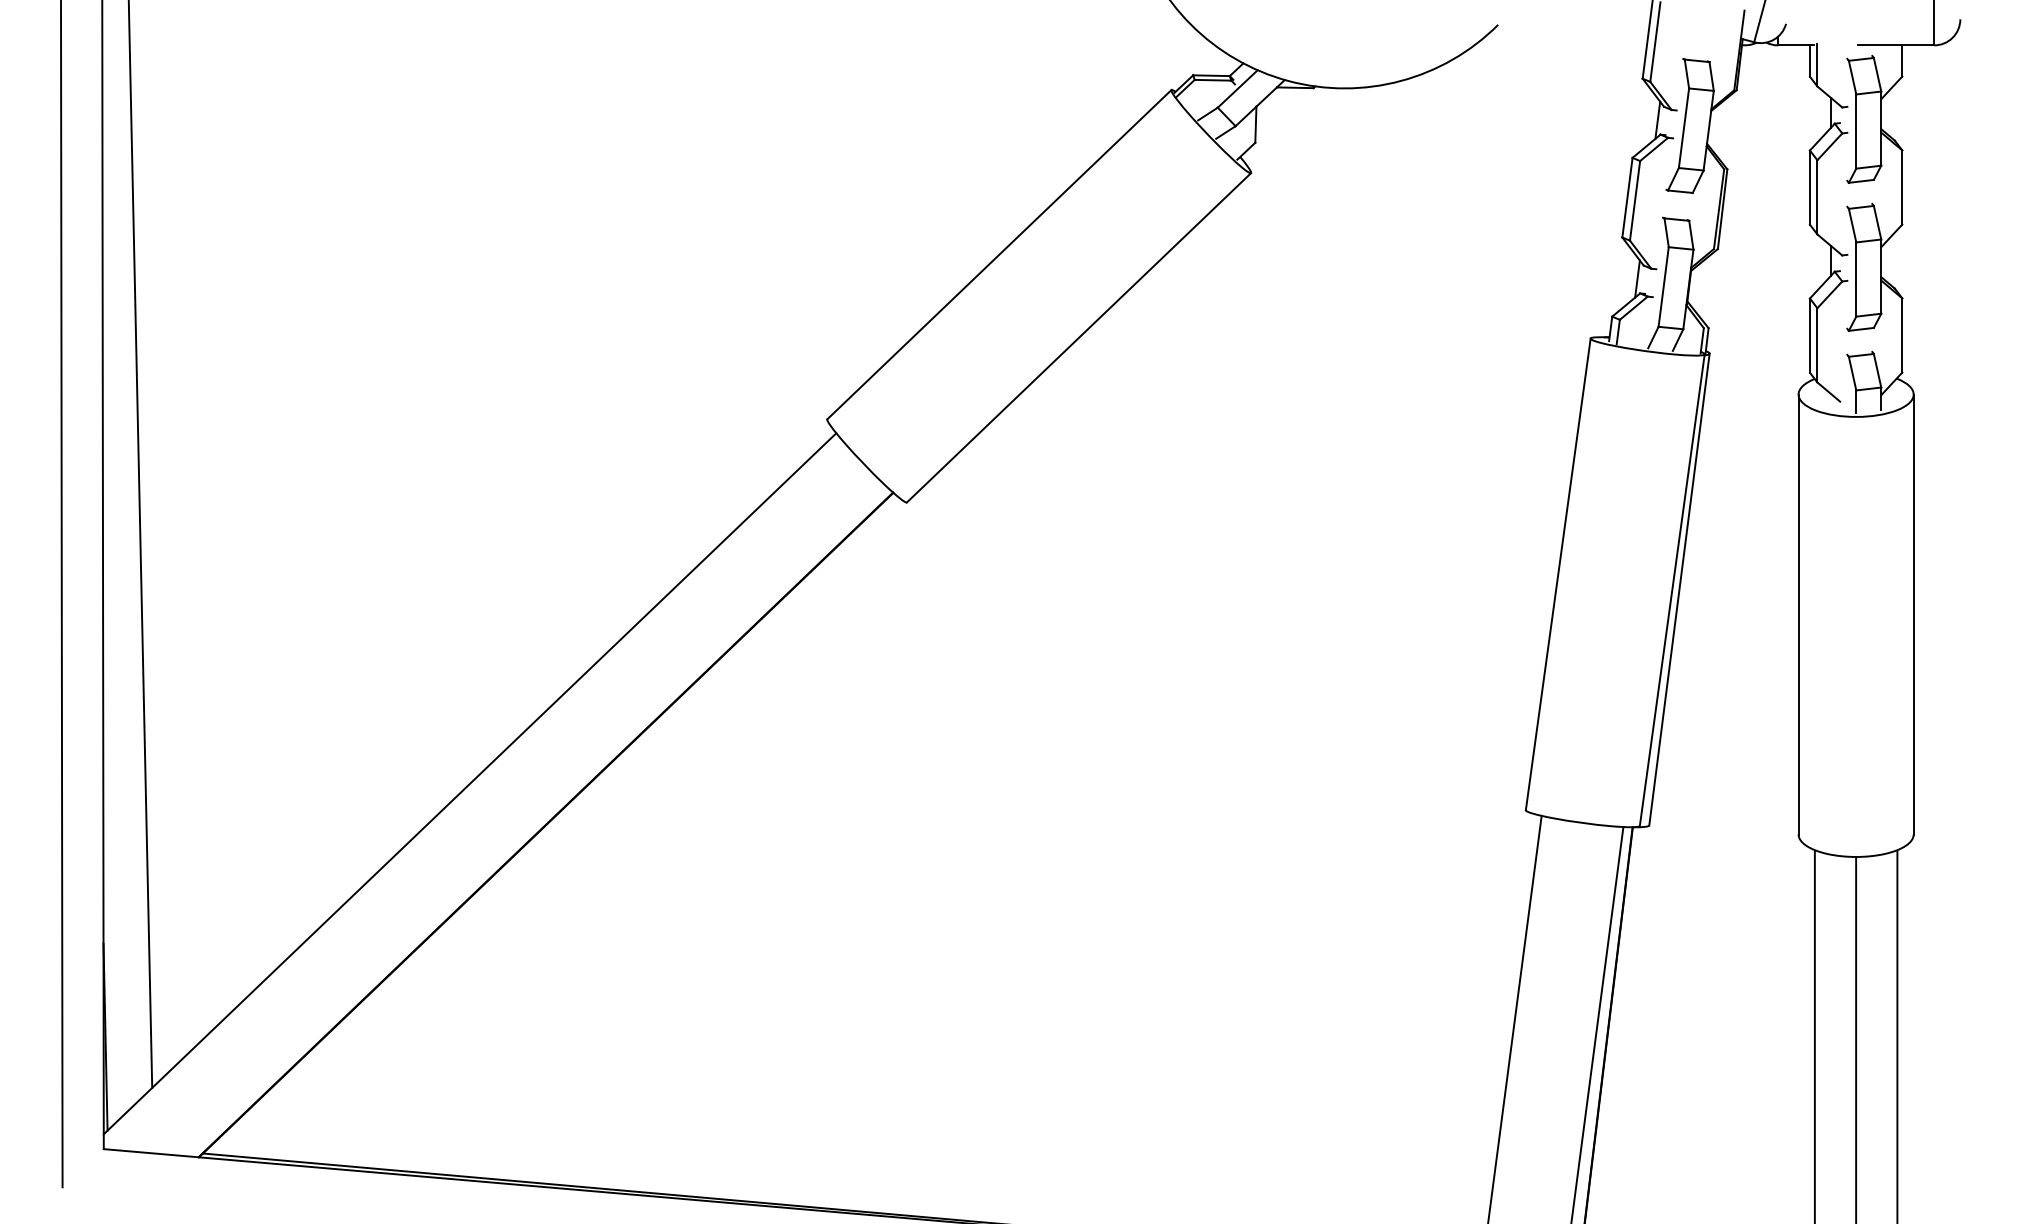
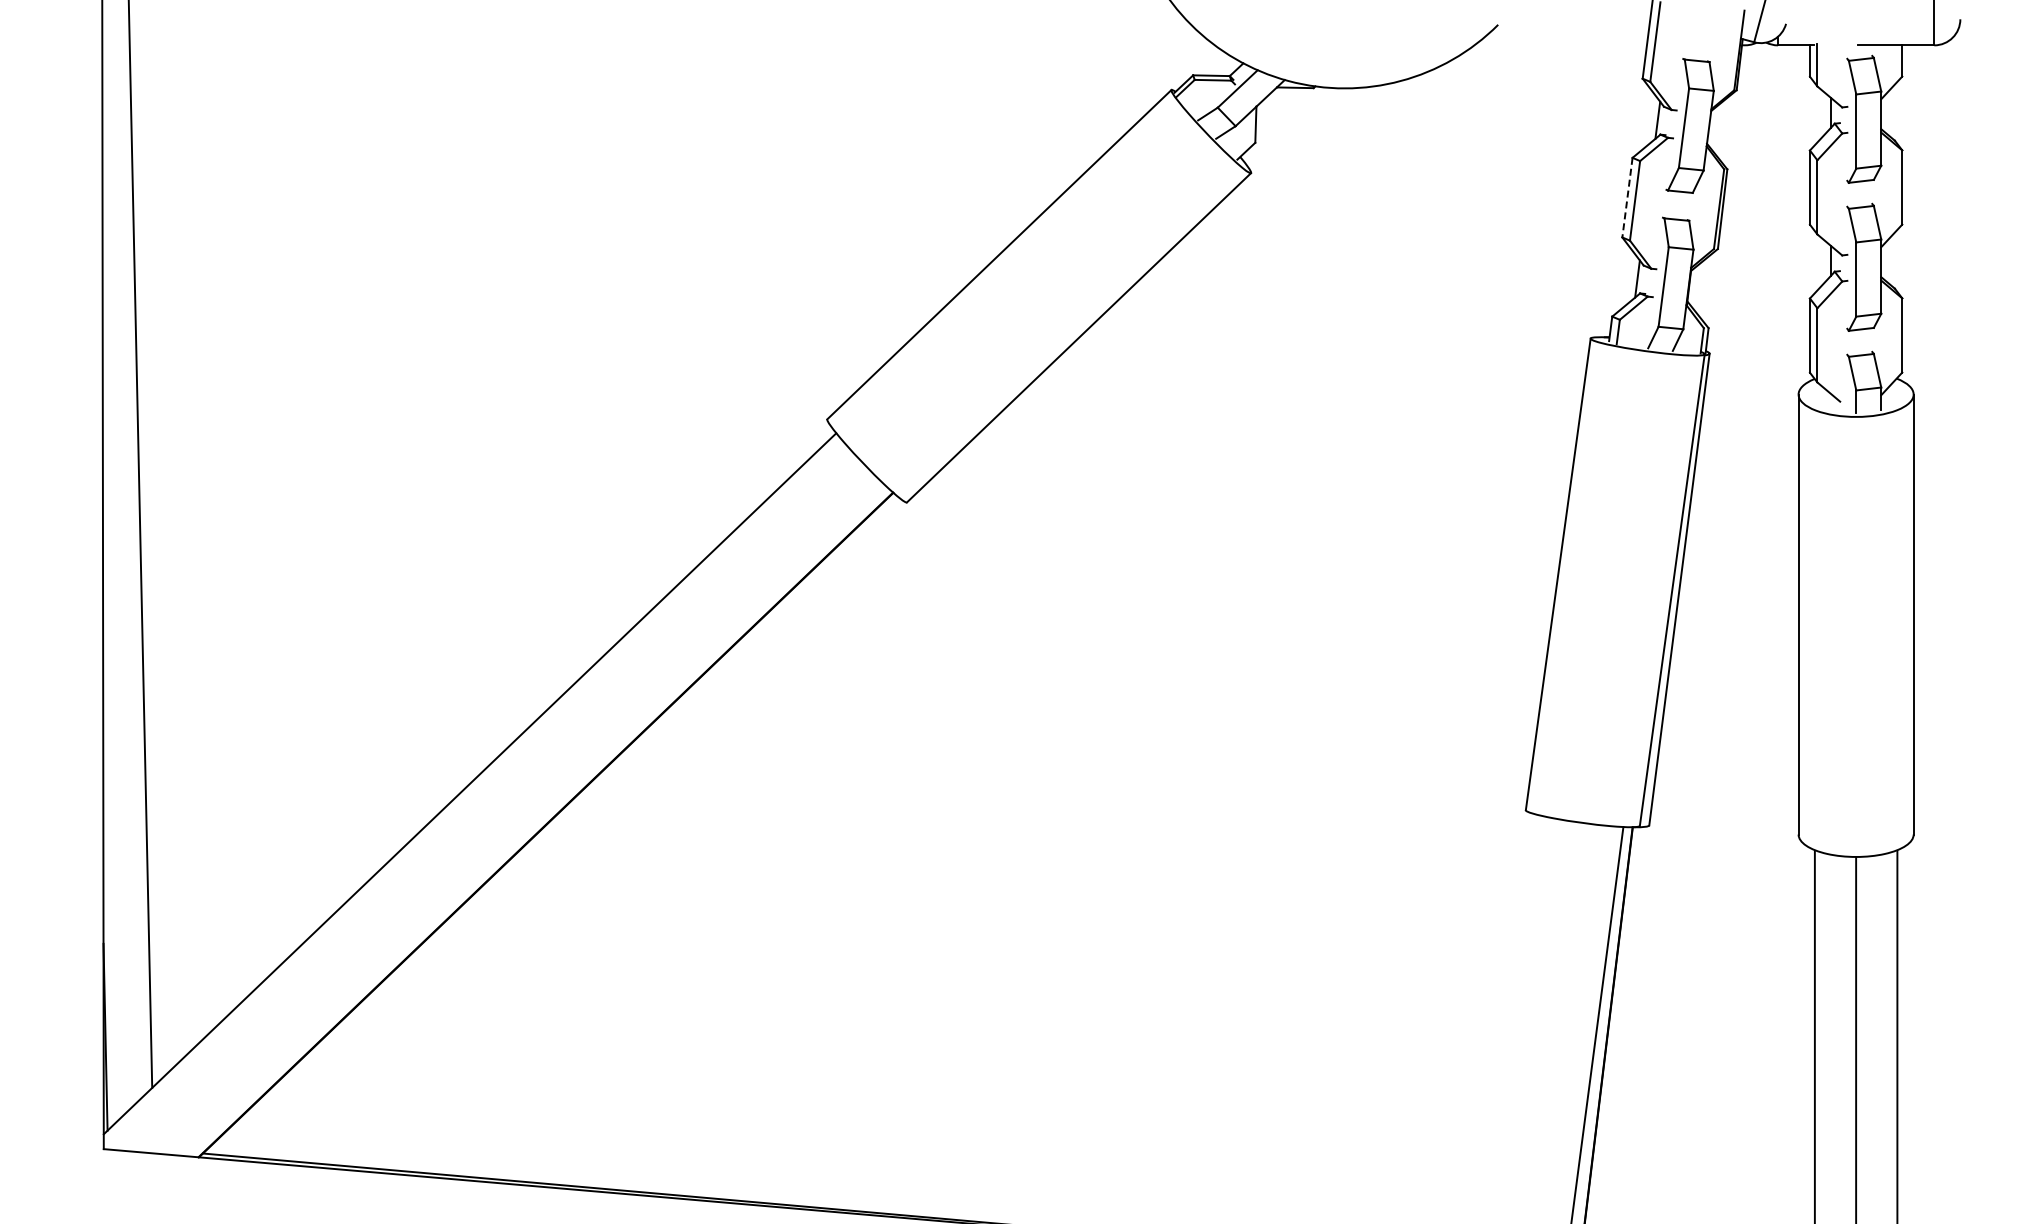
line at (1627, 198): solid -> dashed
line at (61, 594): present -> none
line at (1514, 1017): present -> none
